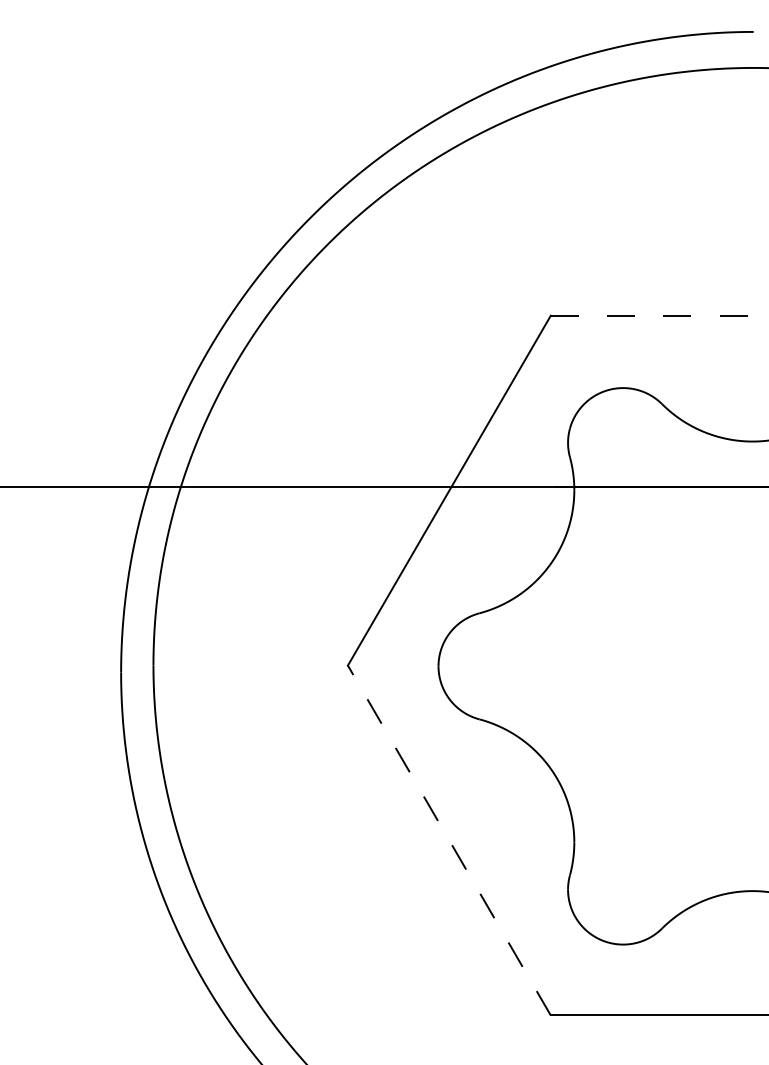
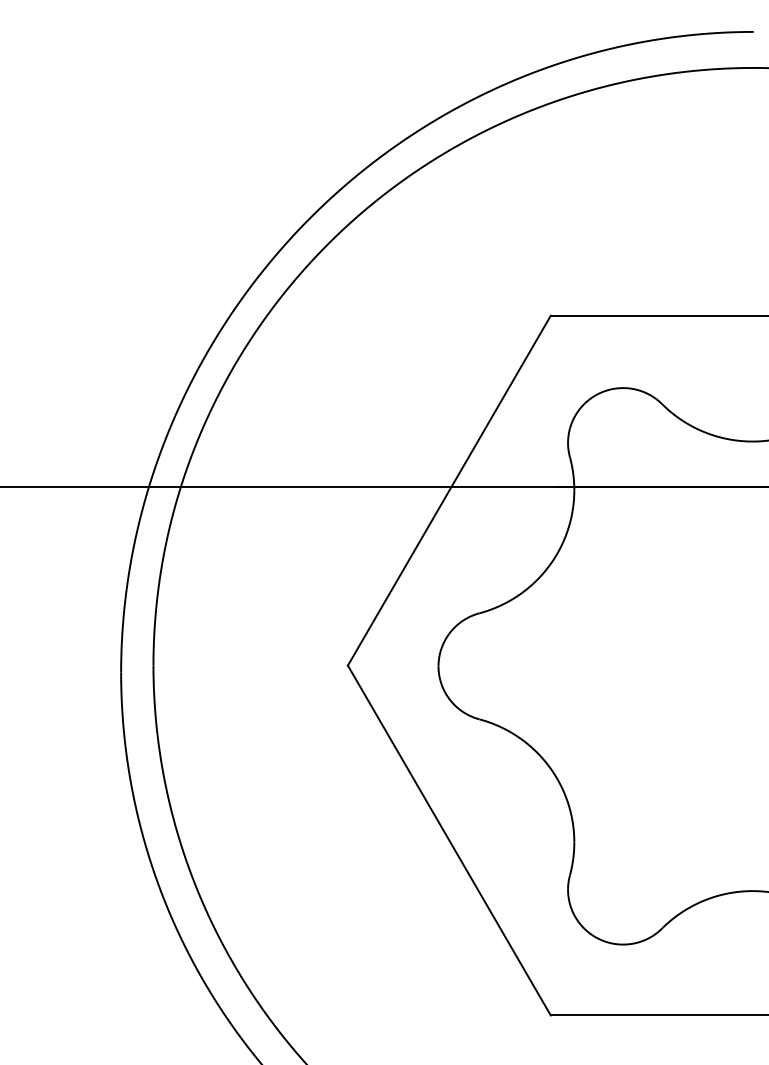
line at (659, 315): dashed -> solid
line at (449, 840): dashed -> solid
